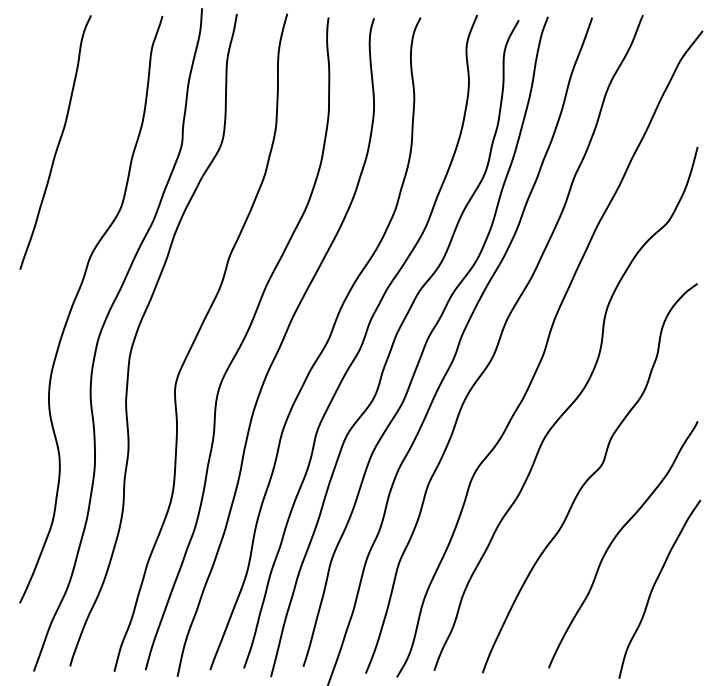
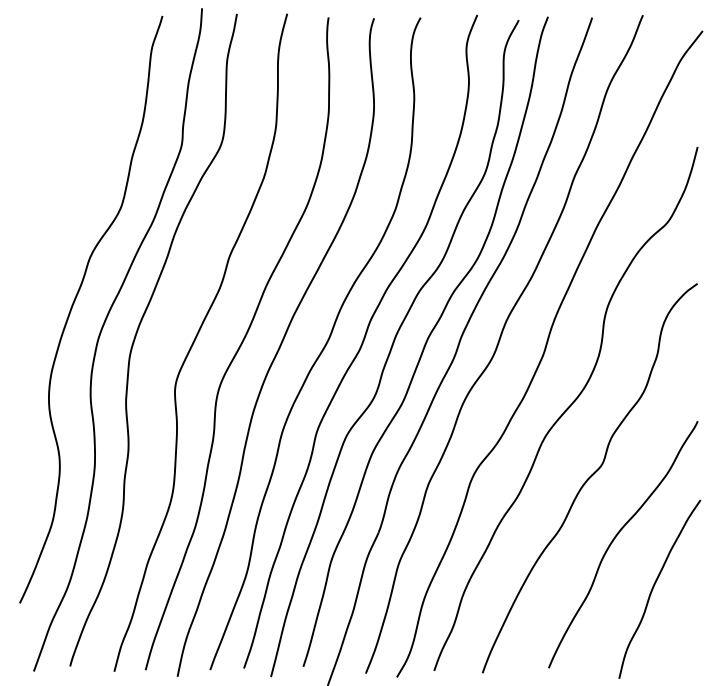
curve at (57, 144): present -> none
